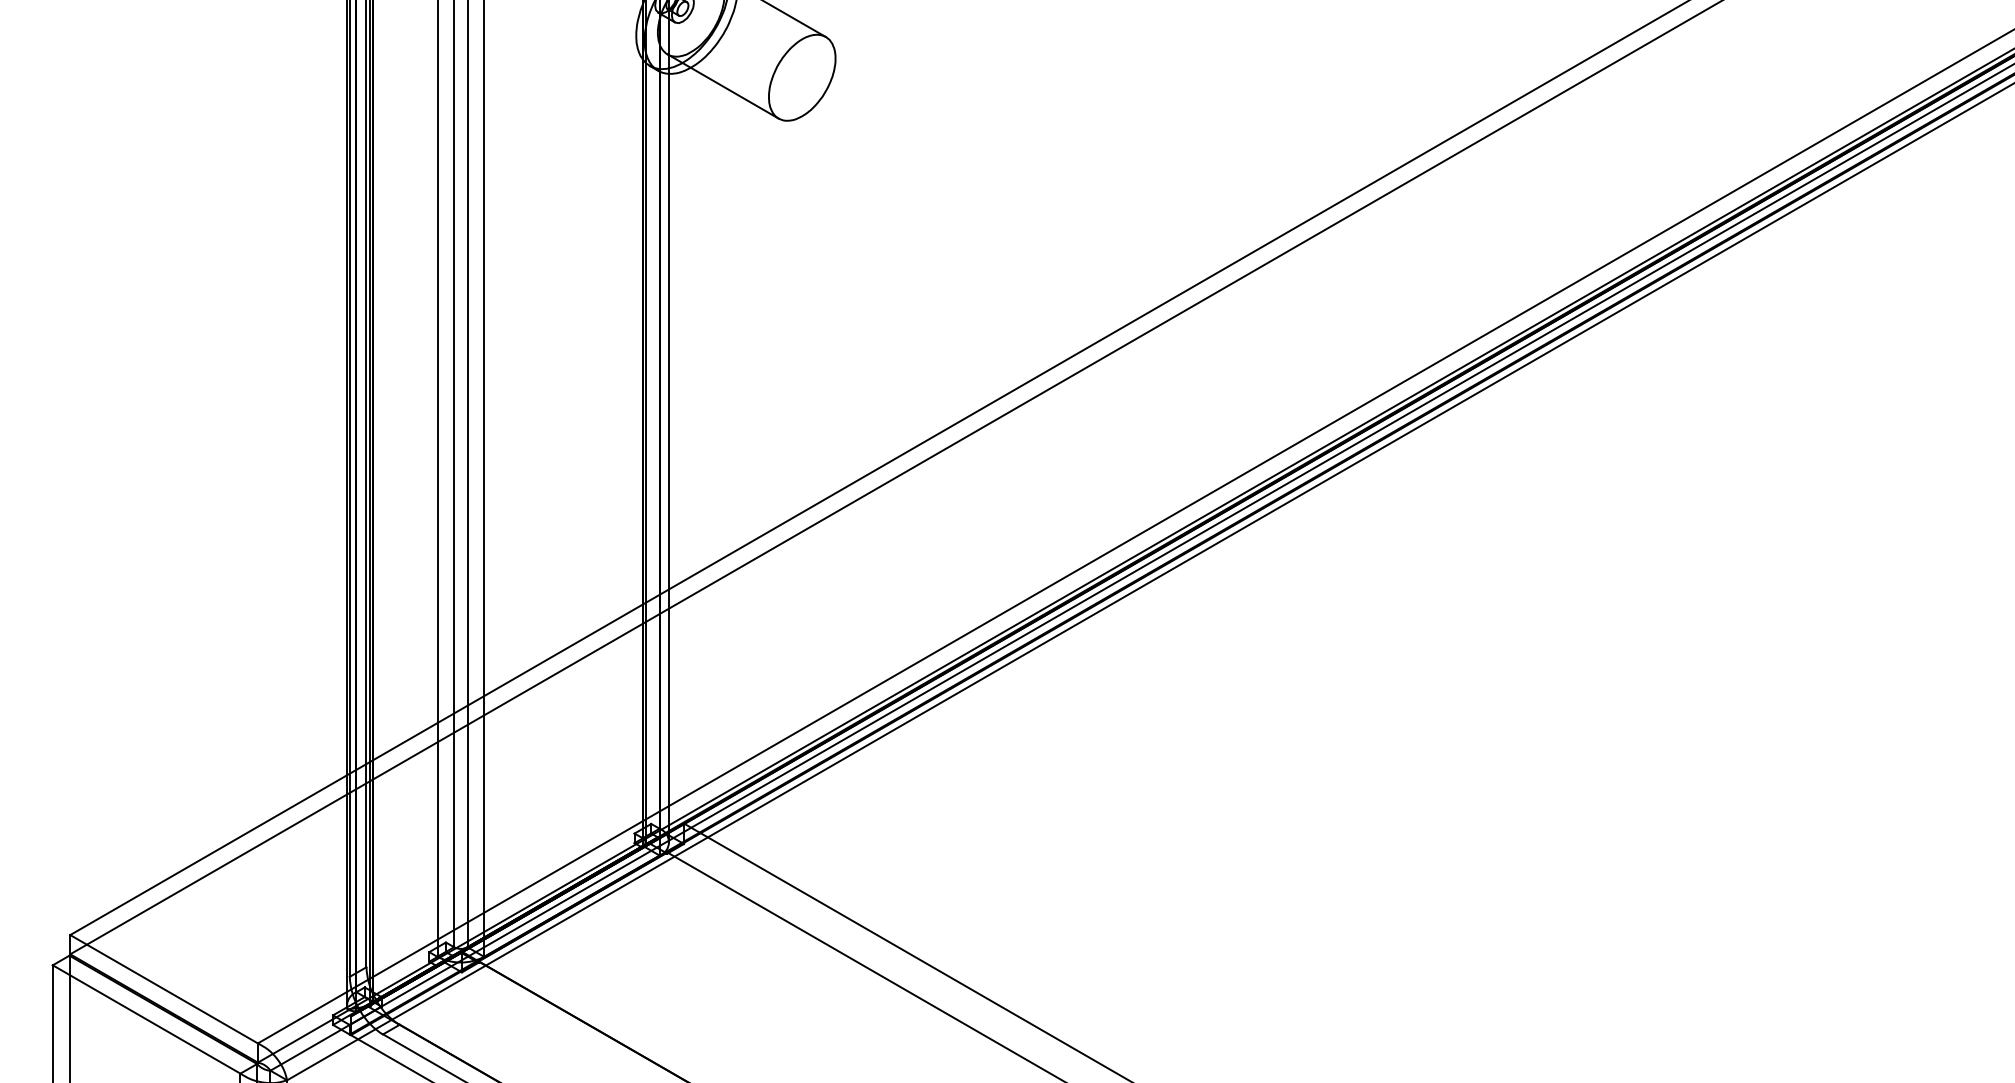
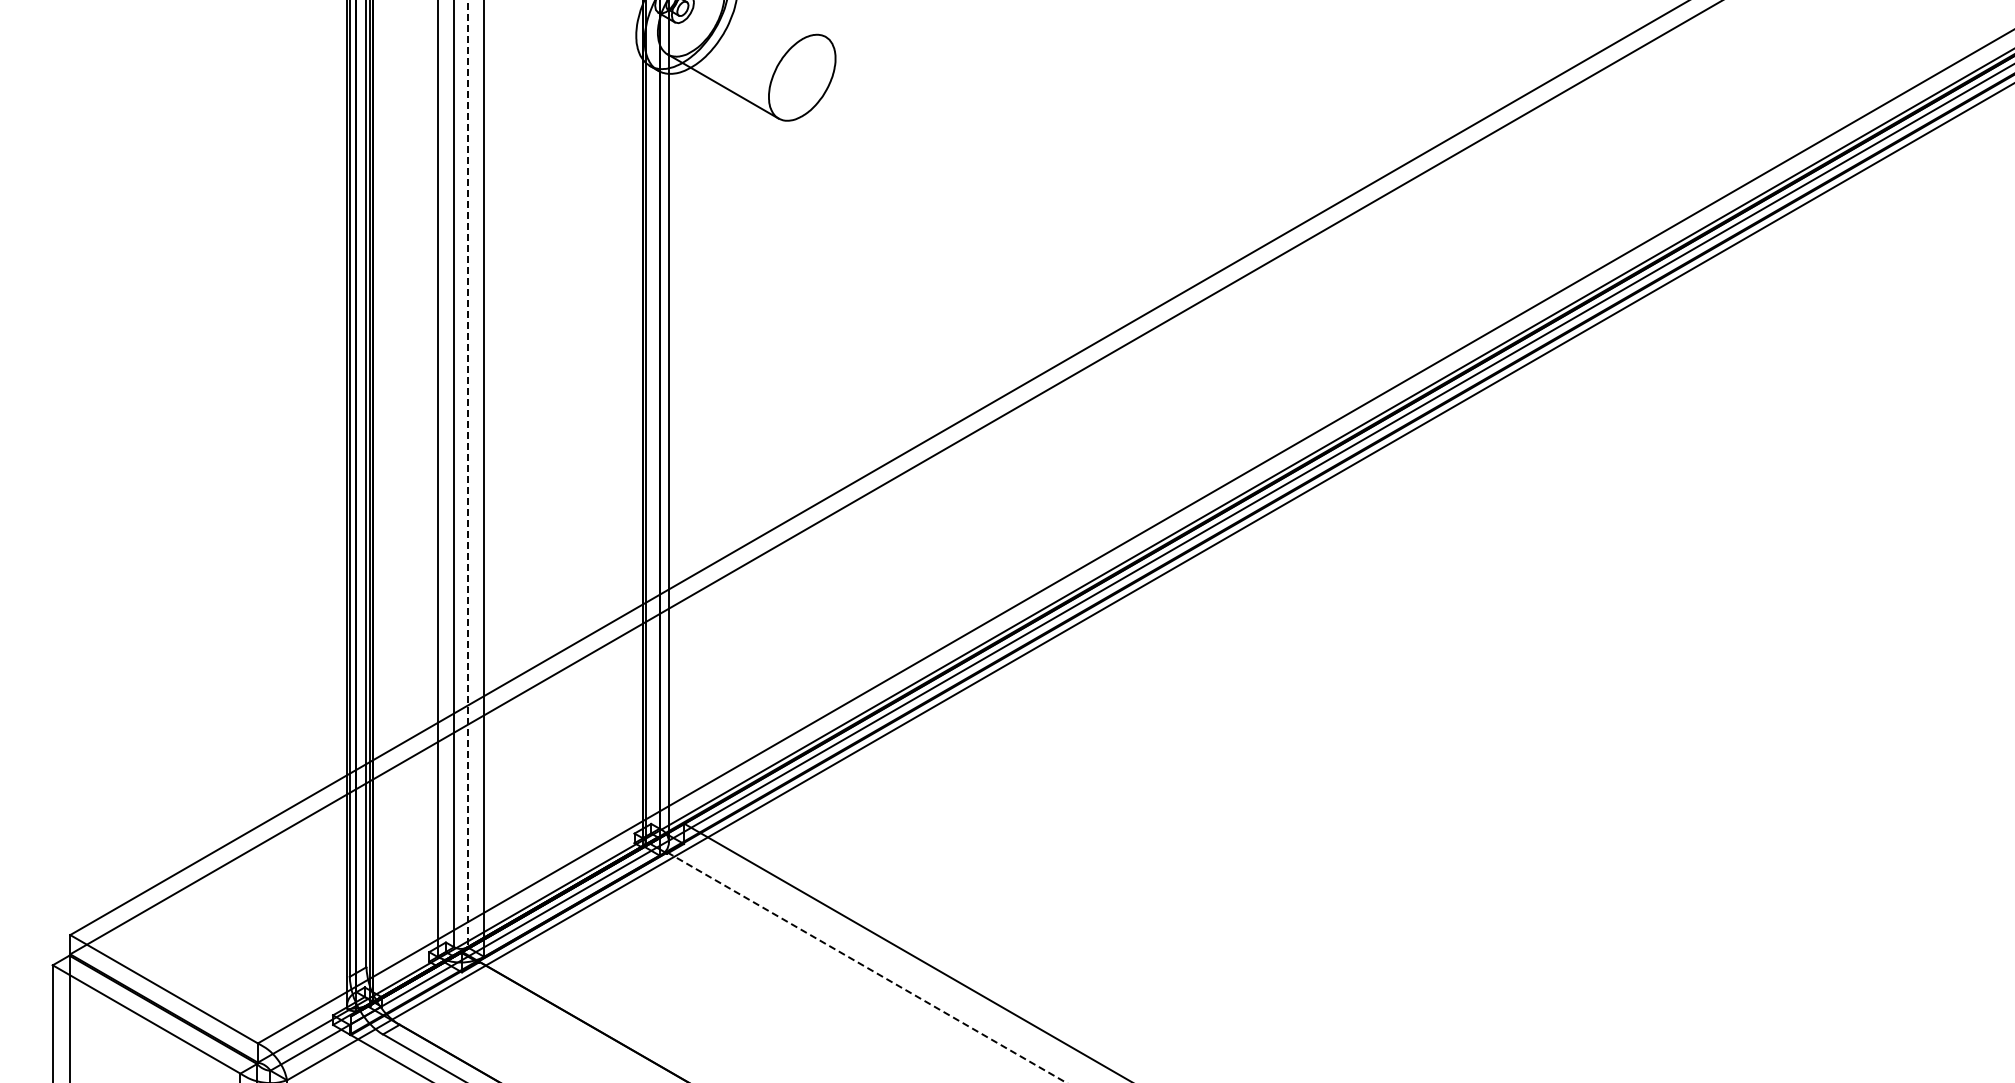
line at (795, 19): present -> none
line at (467, 473): solid -> dashed
line at (867, 967): solid -> dashed
